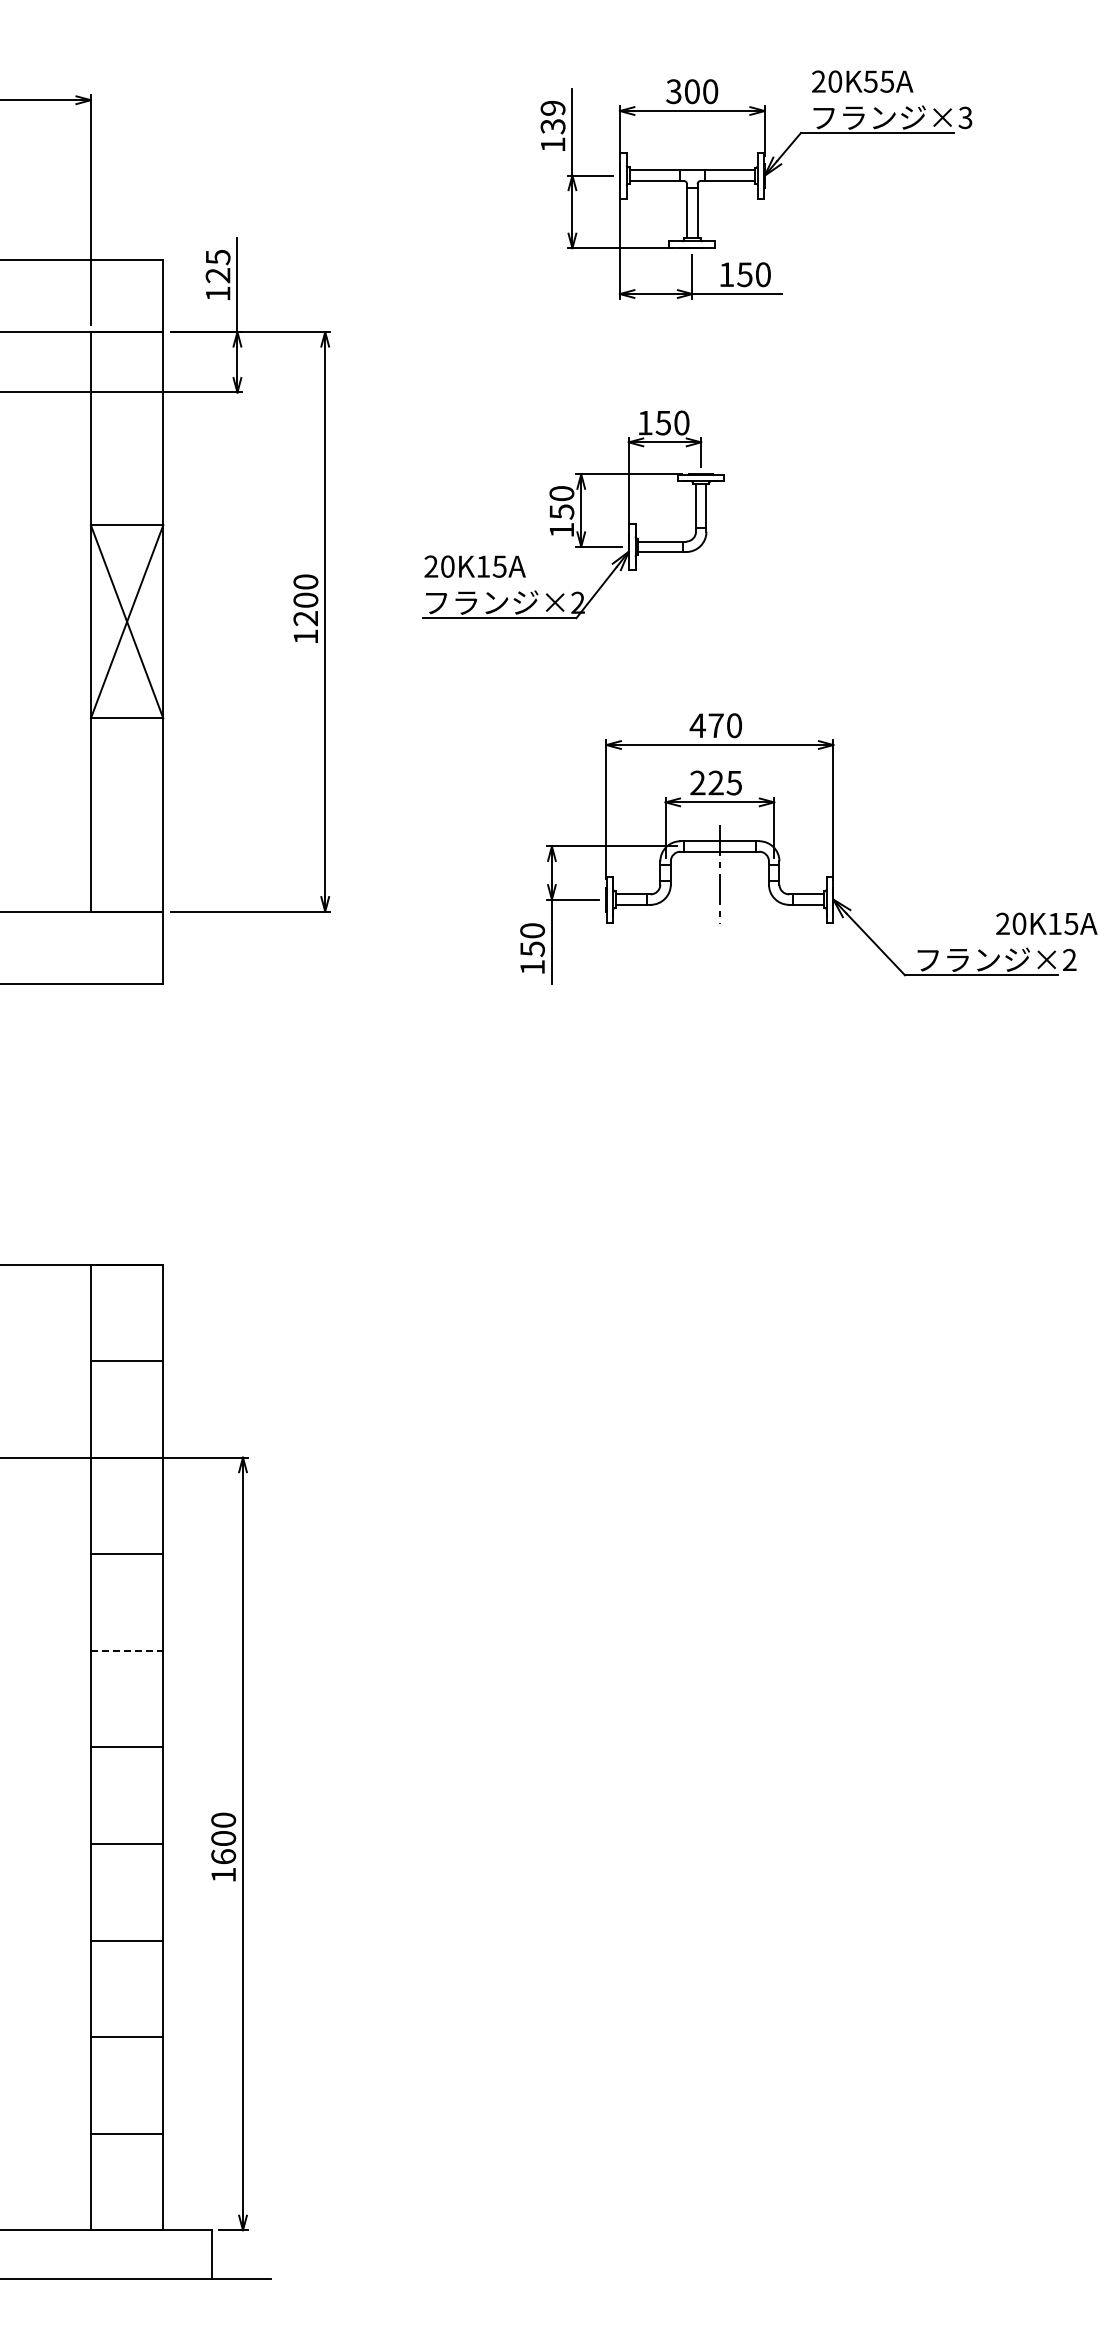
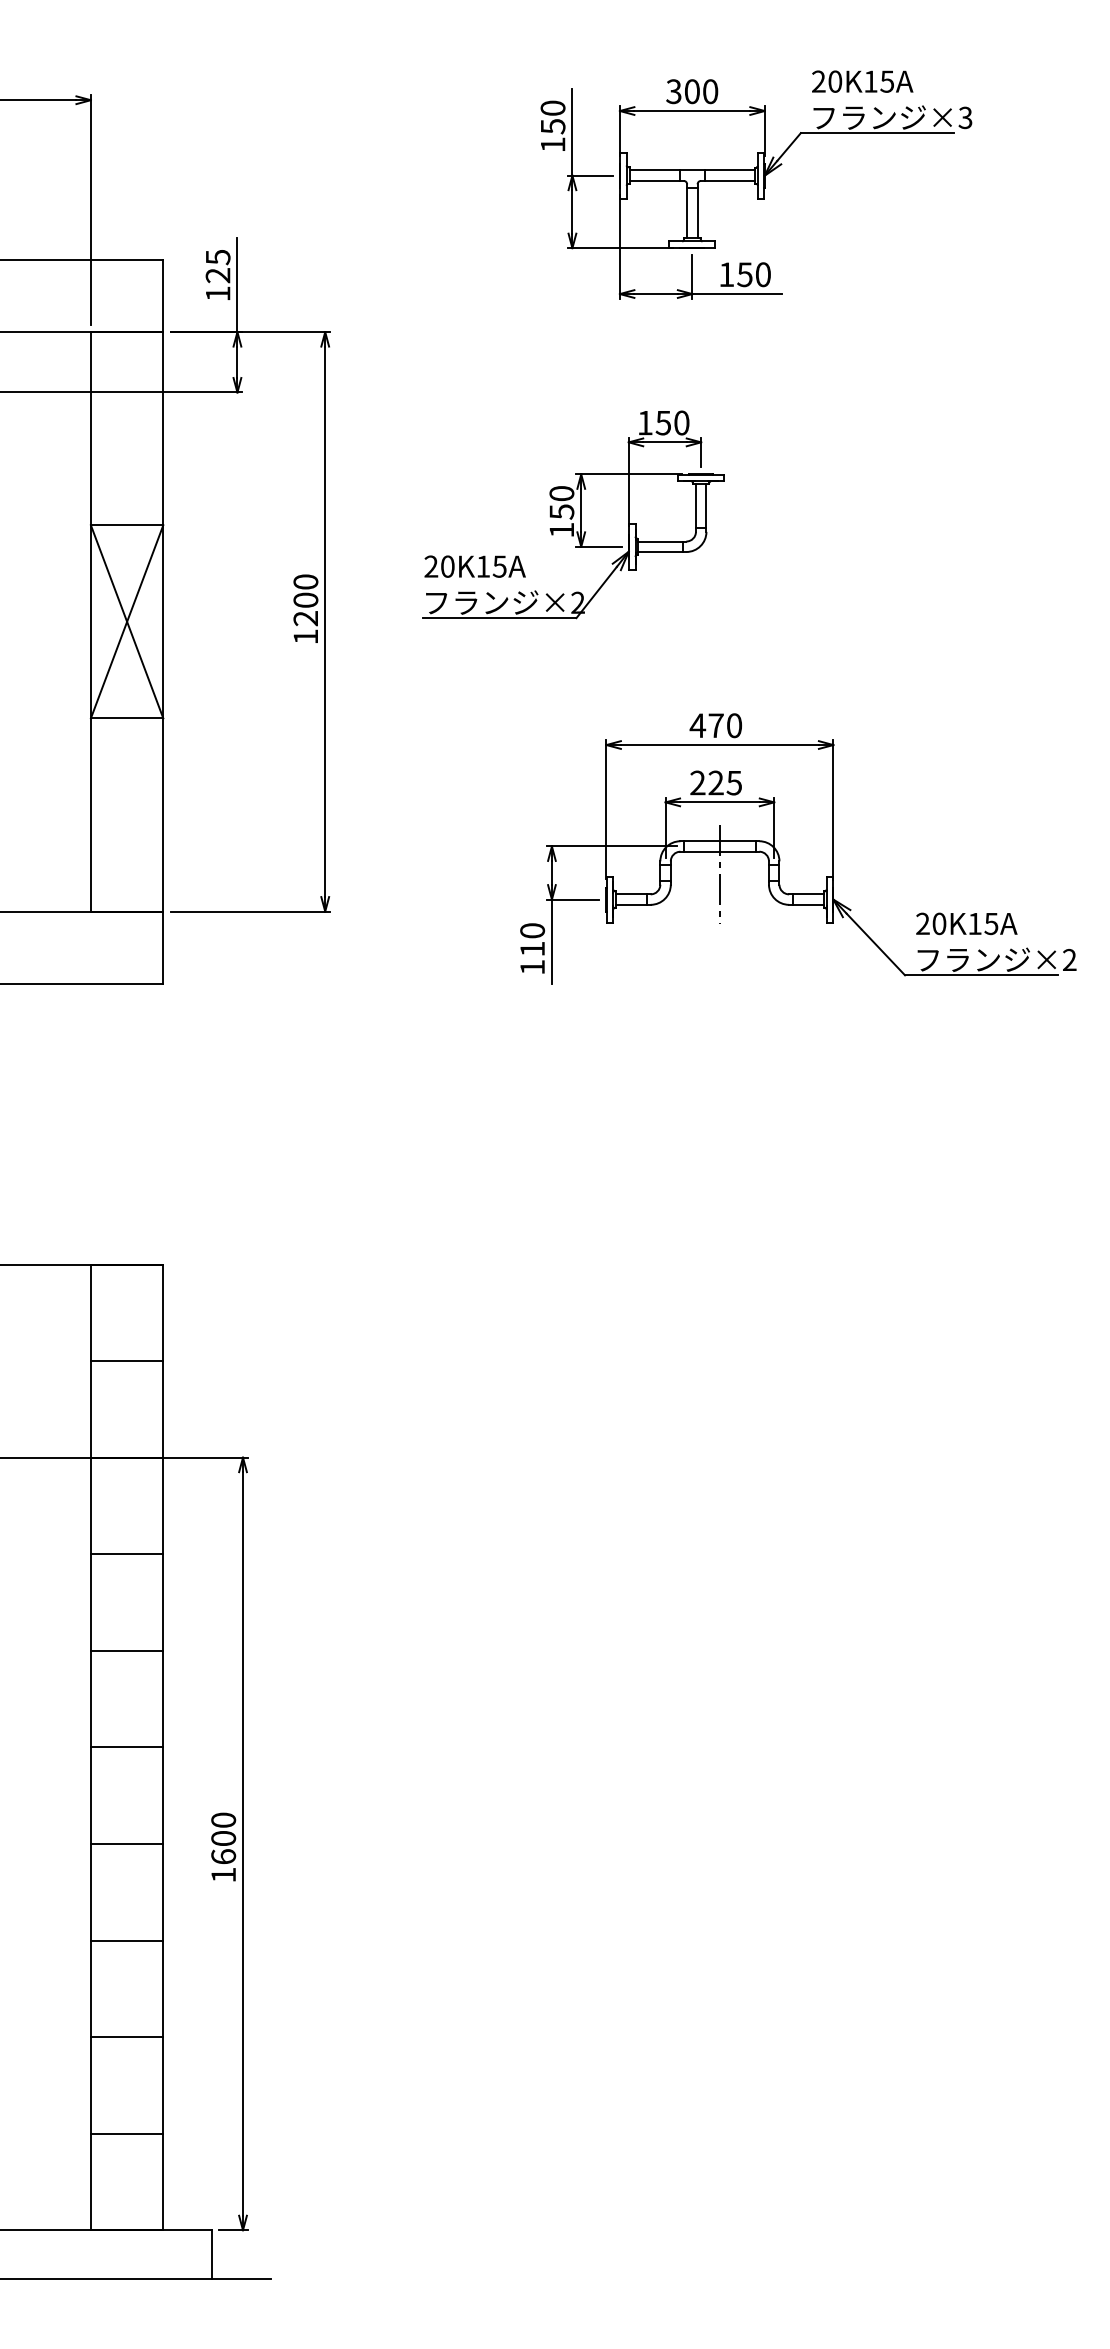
text at (870, 81): 20K55A -> 20K15A
text at (552, 117): 139 -> 150
text at (1046, 923) position: (1046, 923) -> (966, 923)
text at (532, 948): 150 -> 110
line at (127, 1650): dashed -> solid
